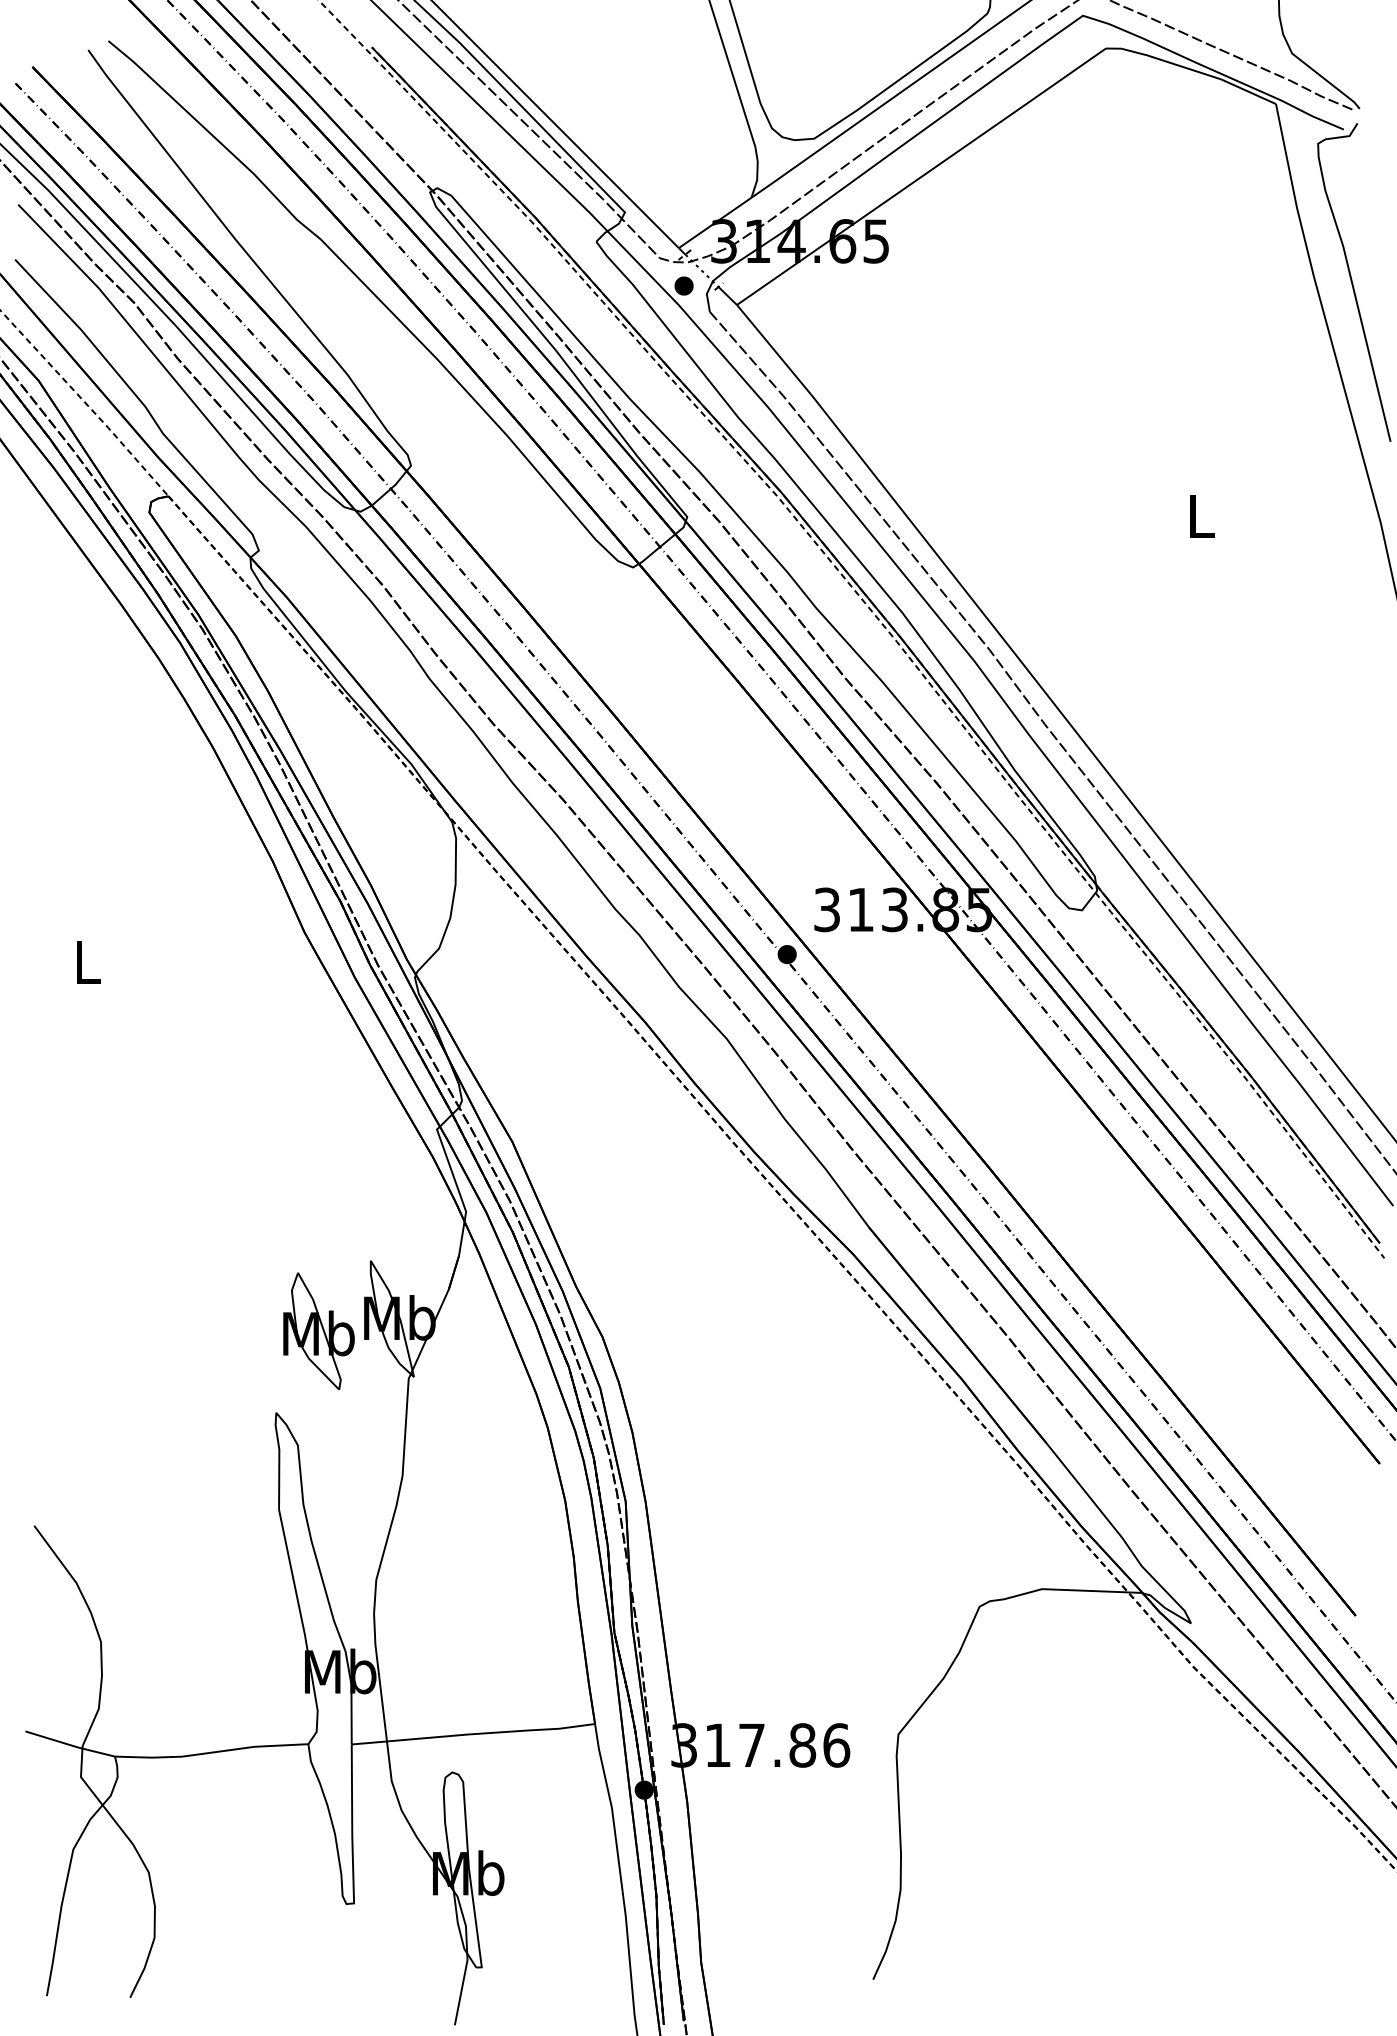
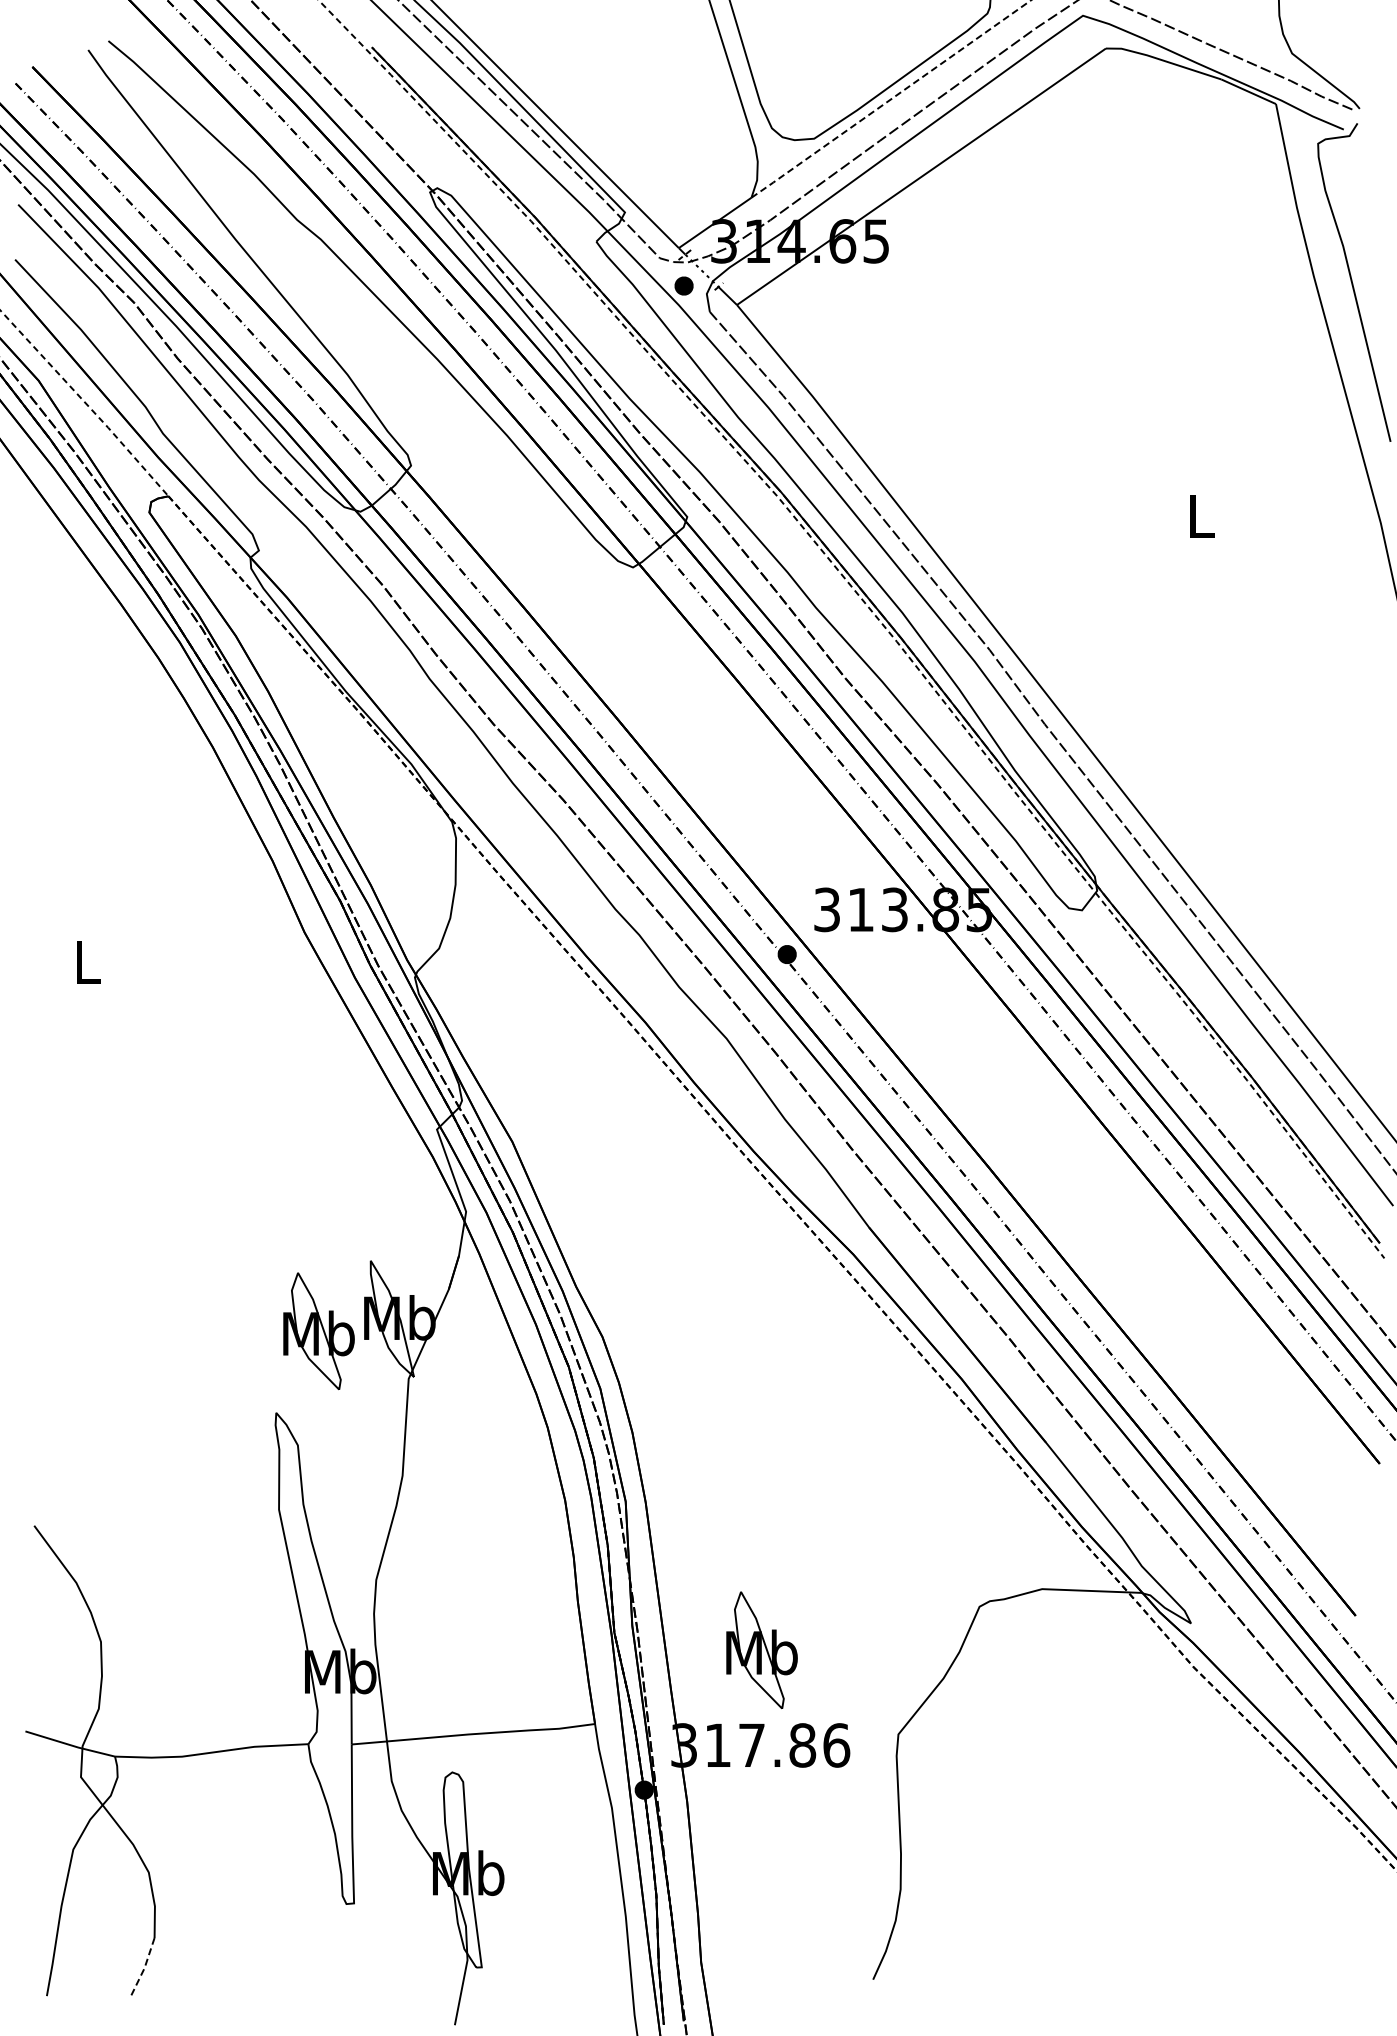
line at (890, 99): solid -> dashed
part at (761, 1650): none -> present
line at (144, 1968): solid -> dashed
